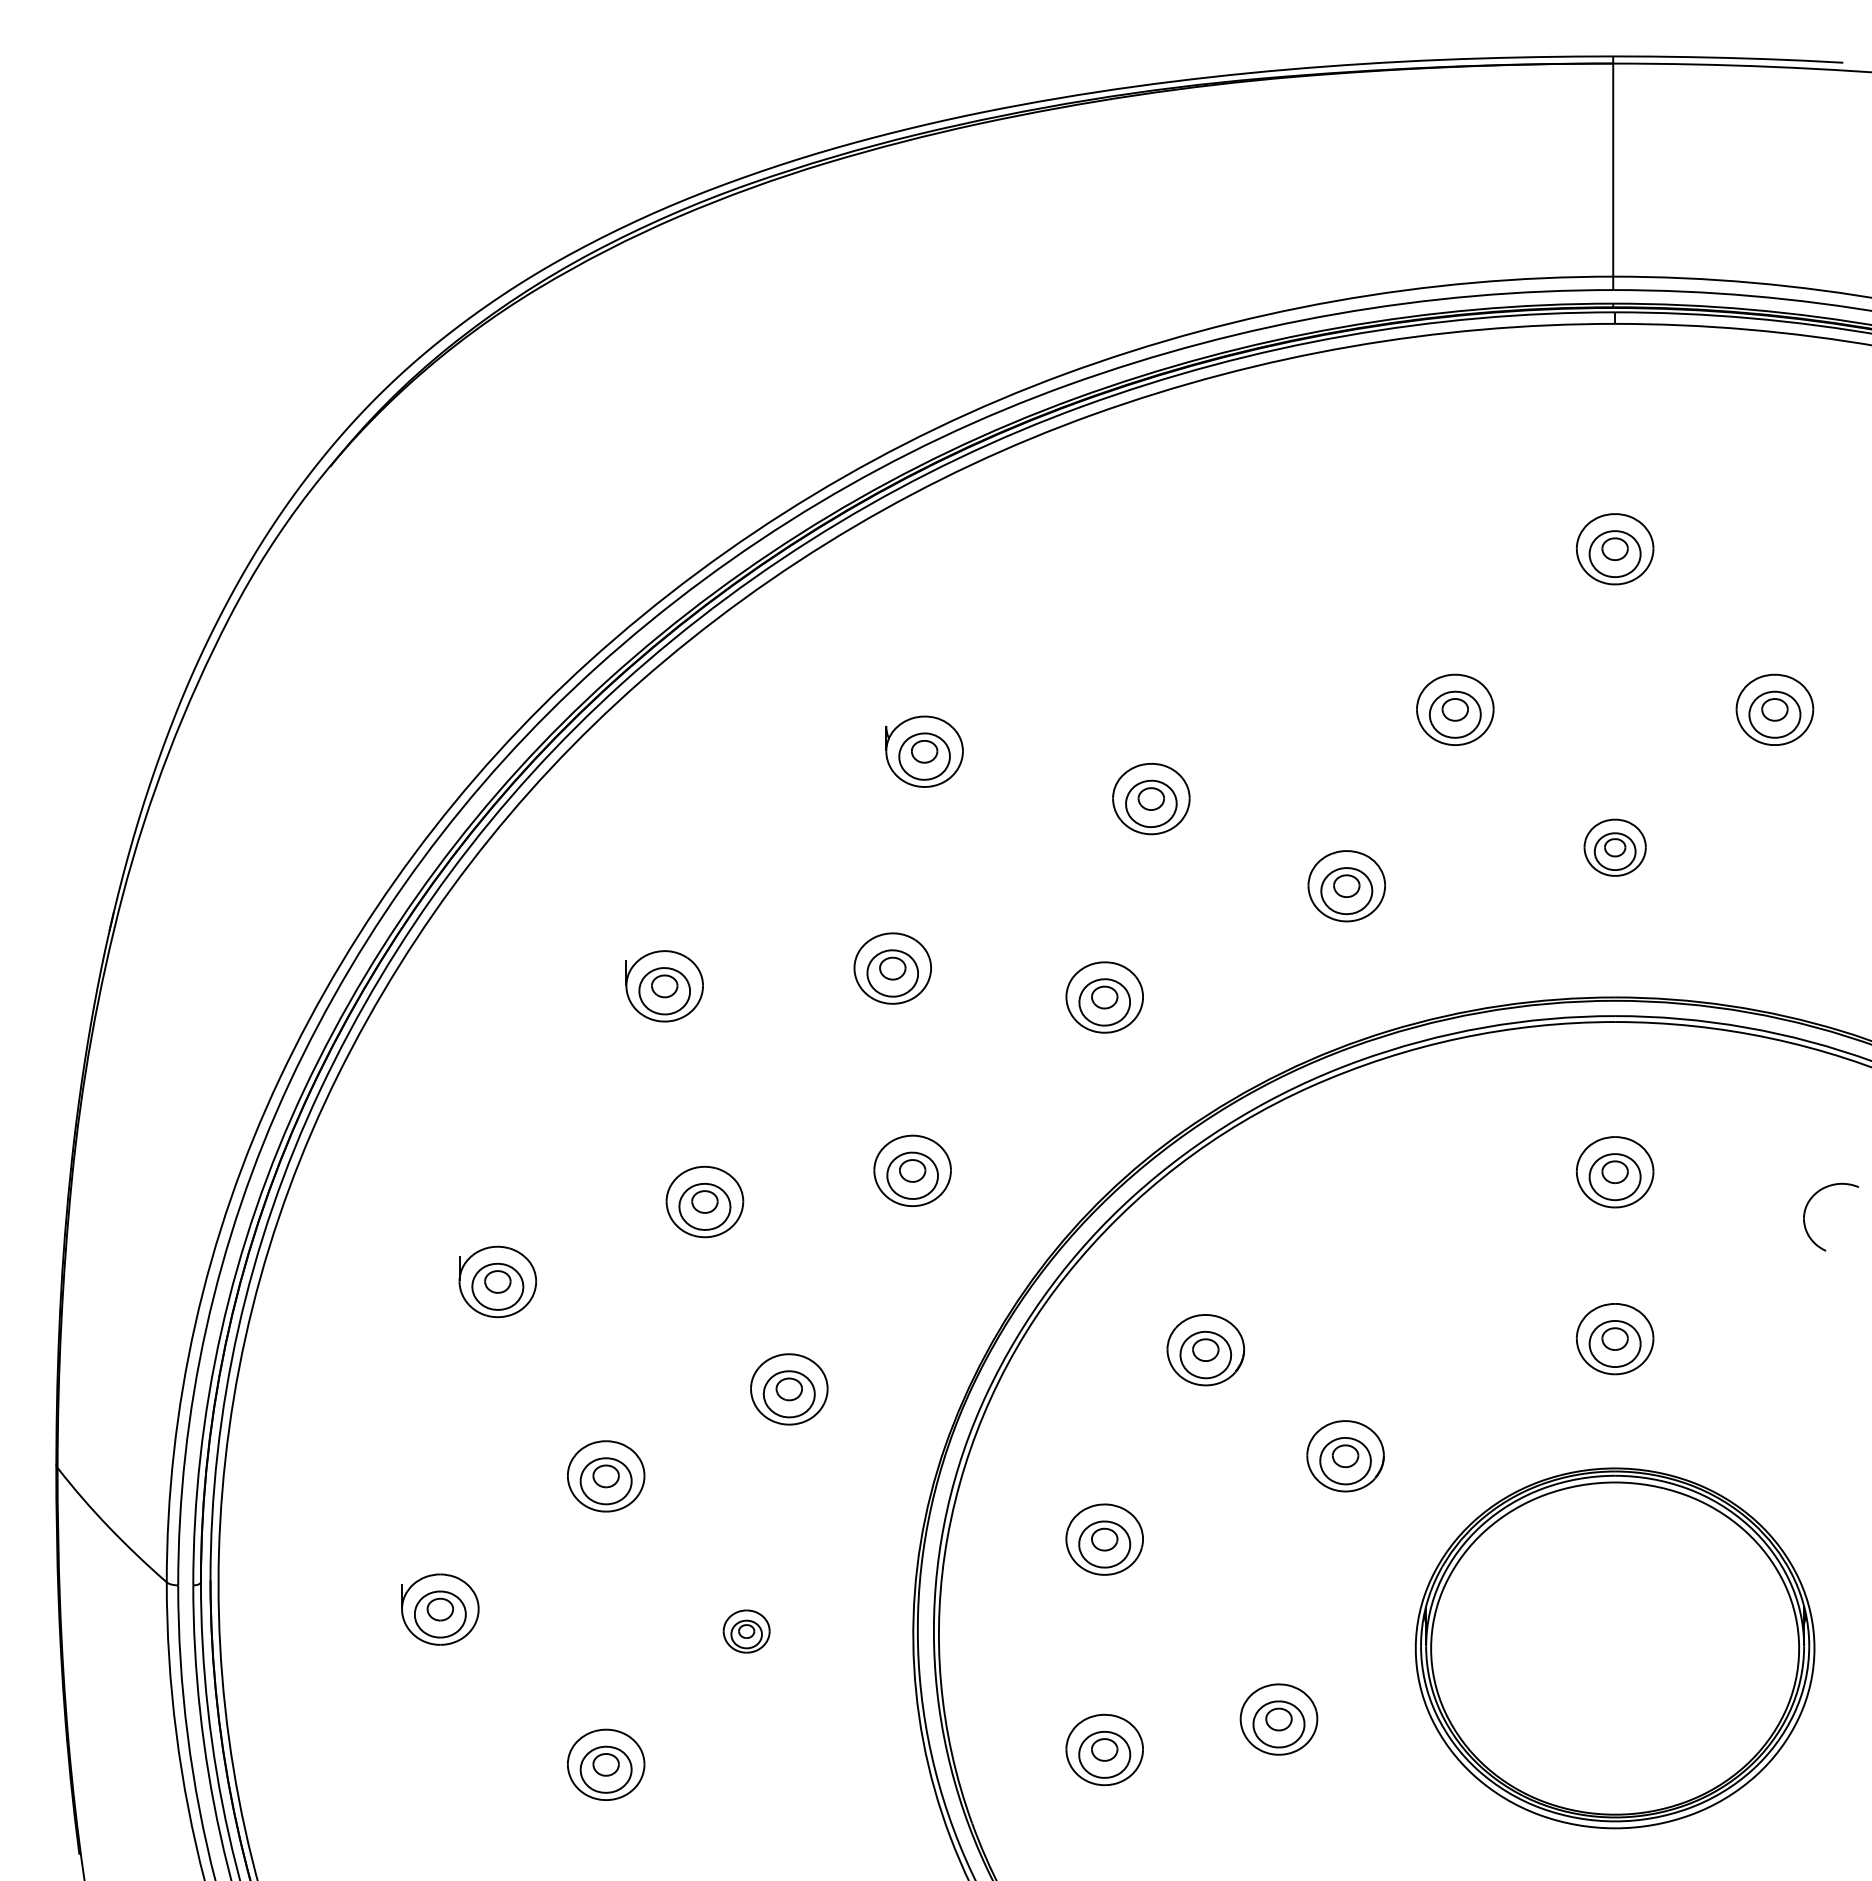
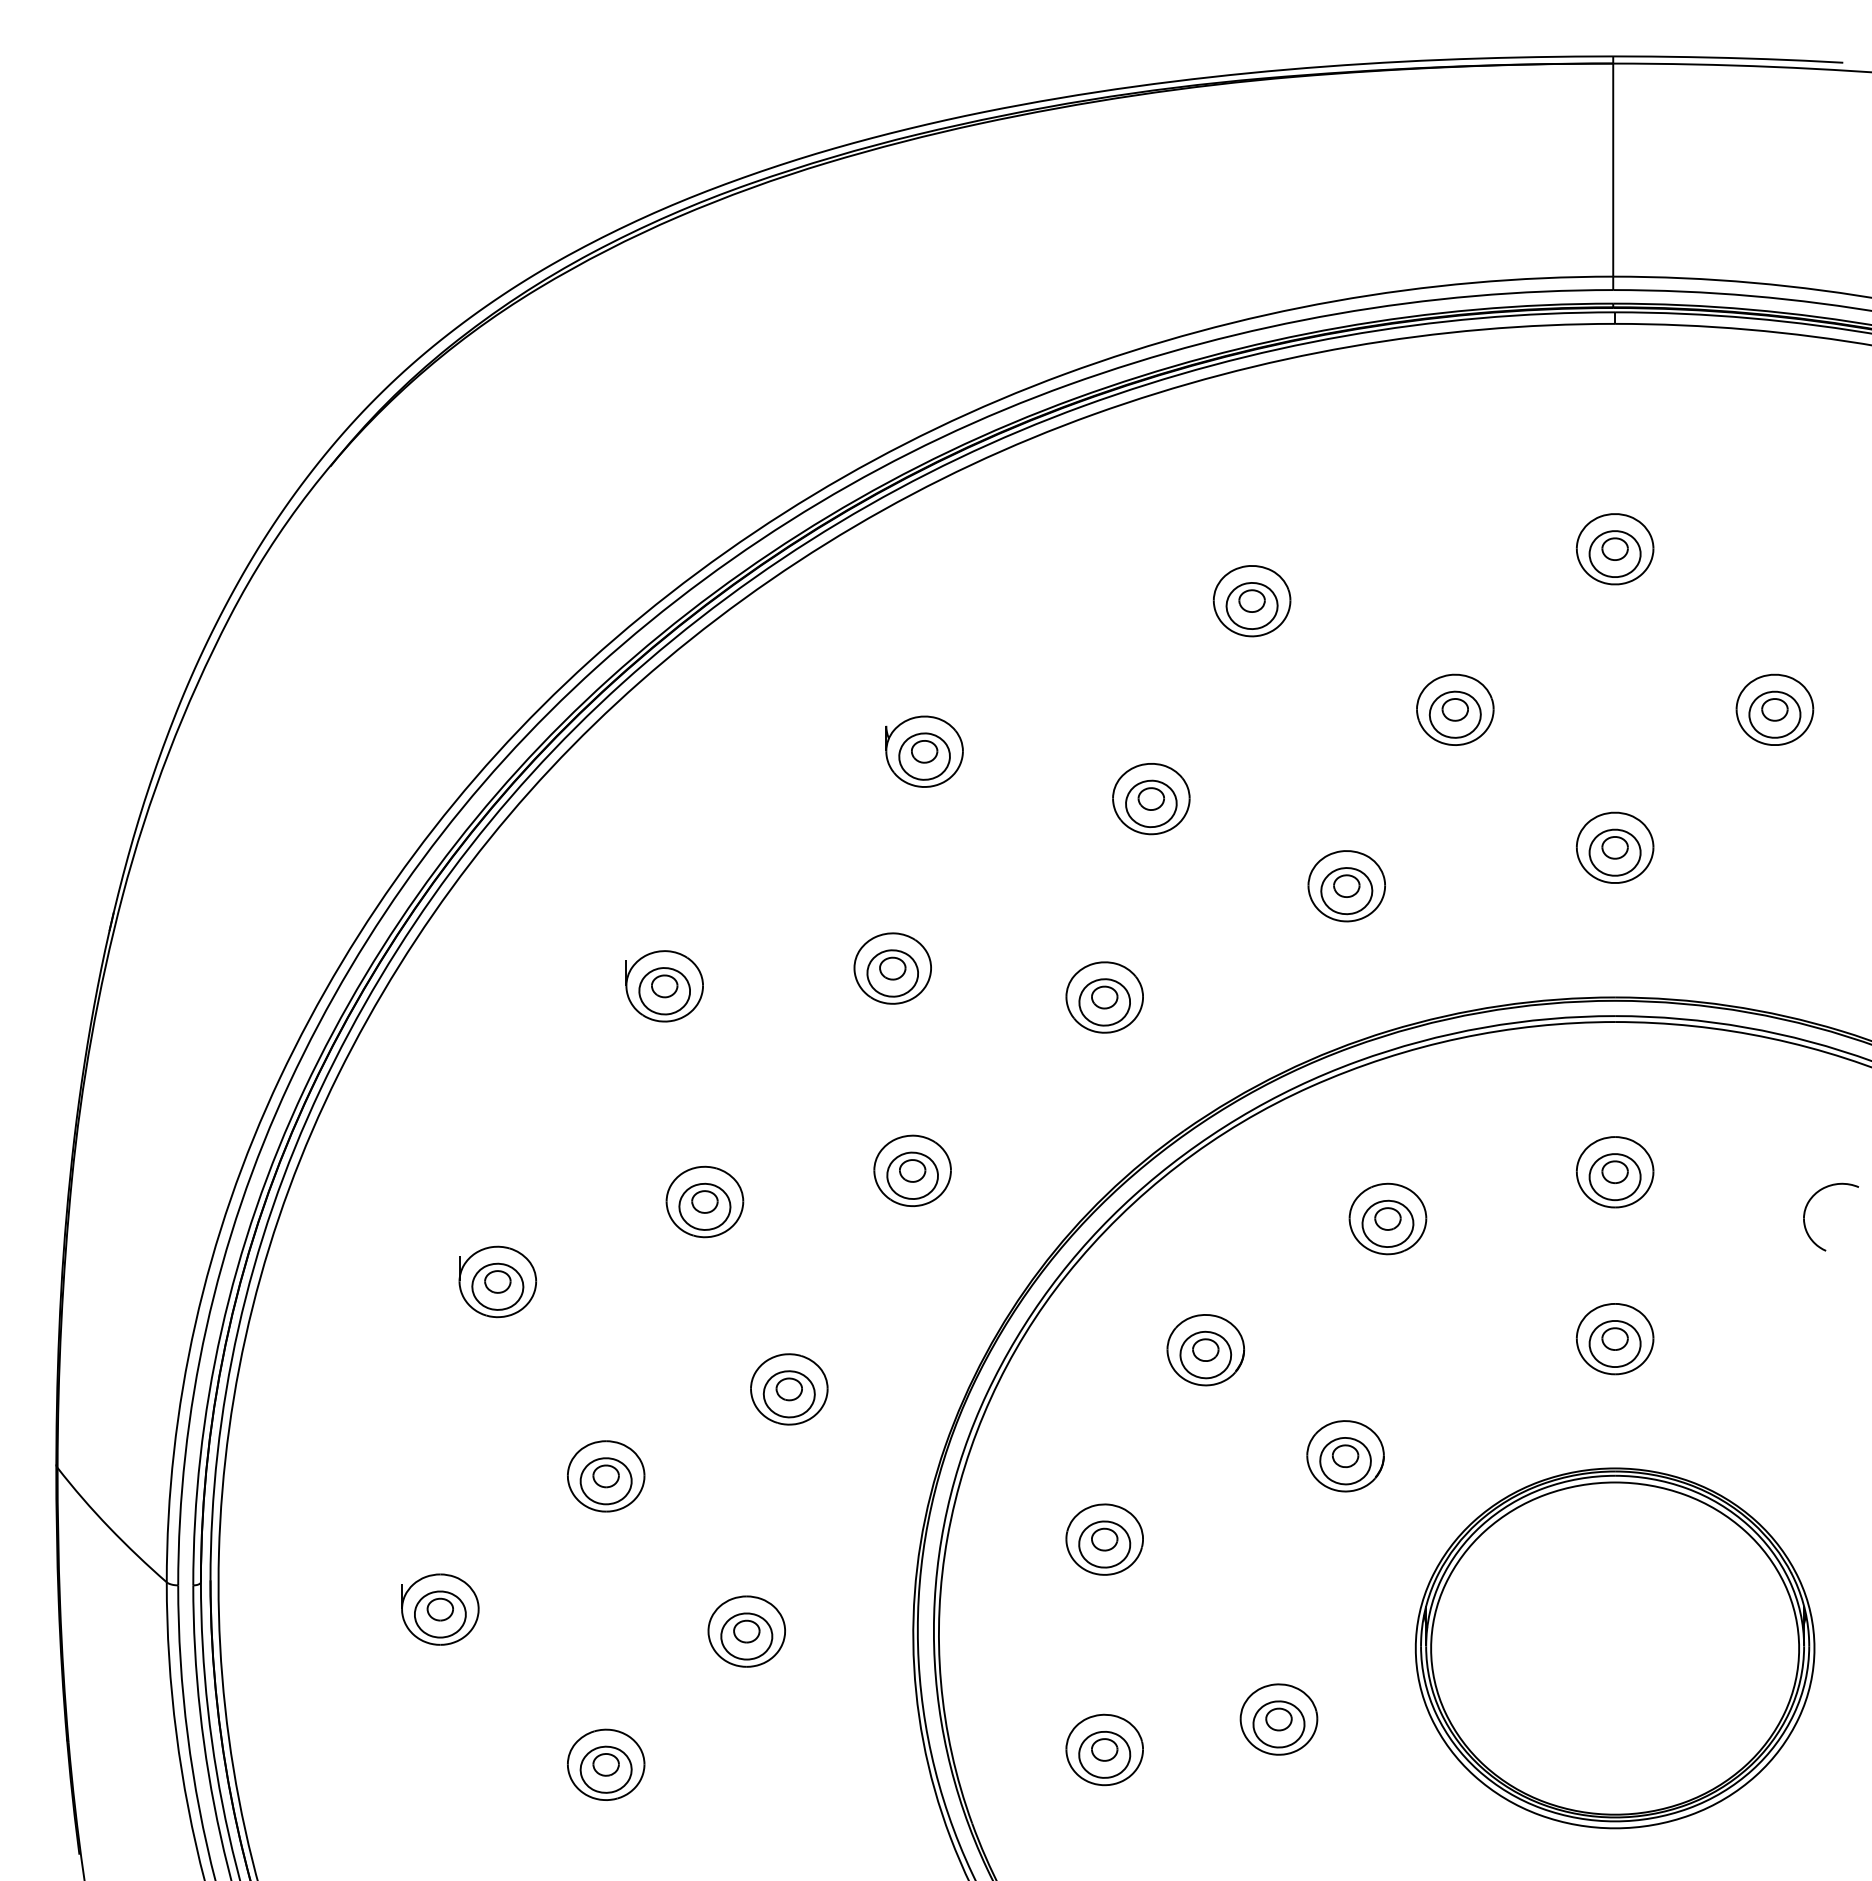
part at (1251, 601): none -> present
part at (1614, 847) size: 64x59 px -> 79x73 px
part at (1387, 1218): none -> present
part at (746, 1631) size: 49x45 px -> 79x73 px
